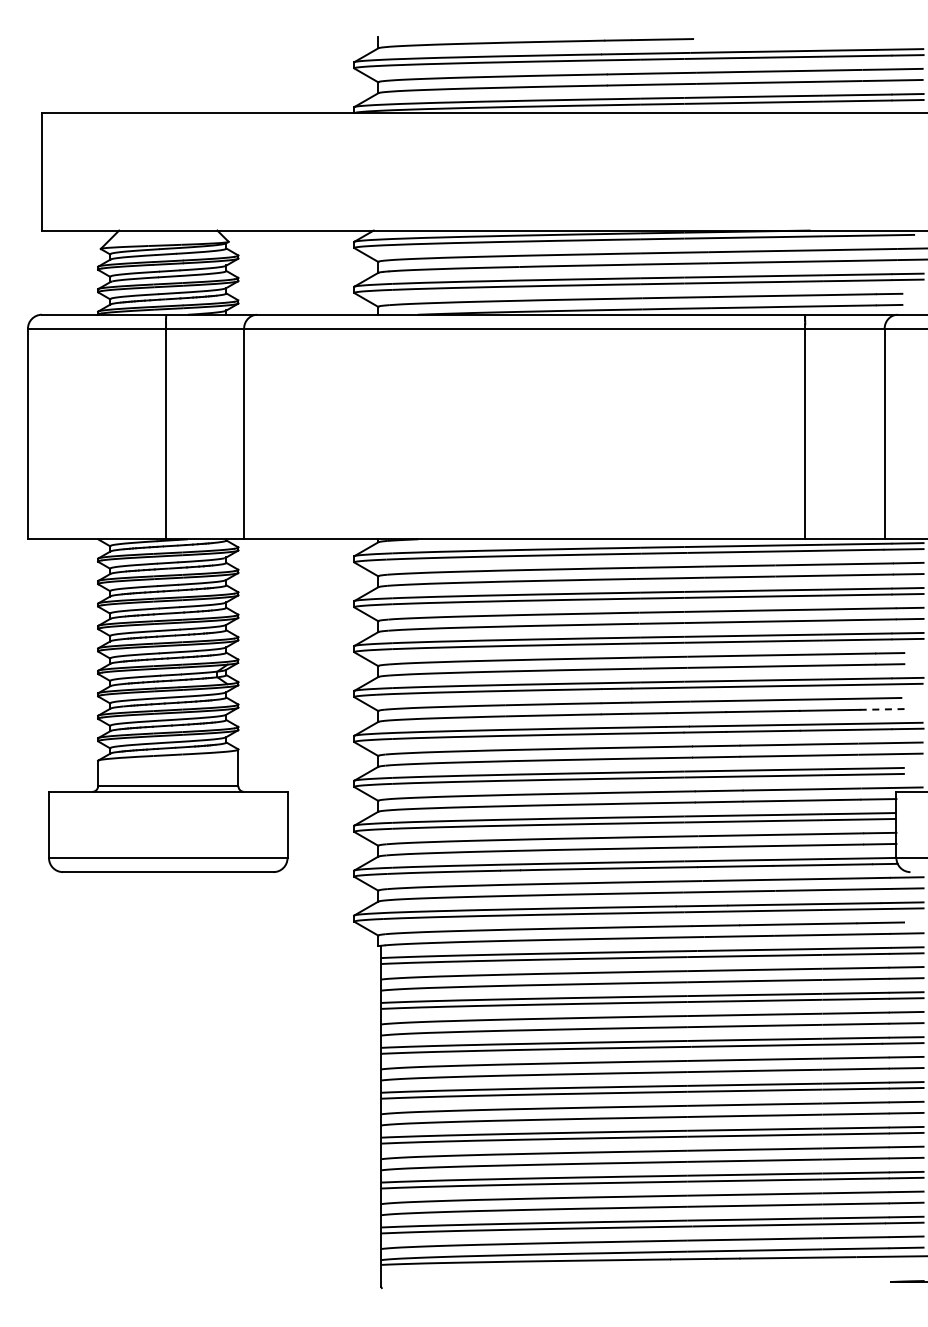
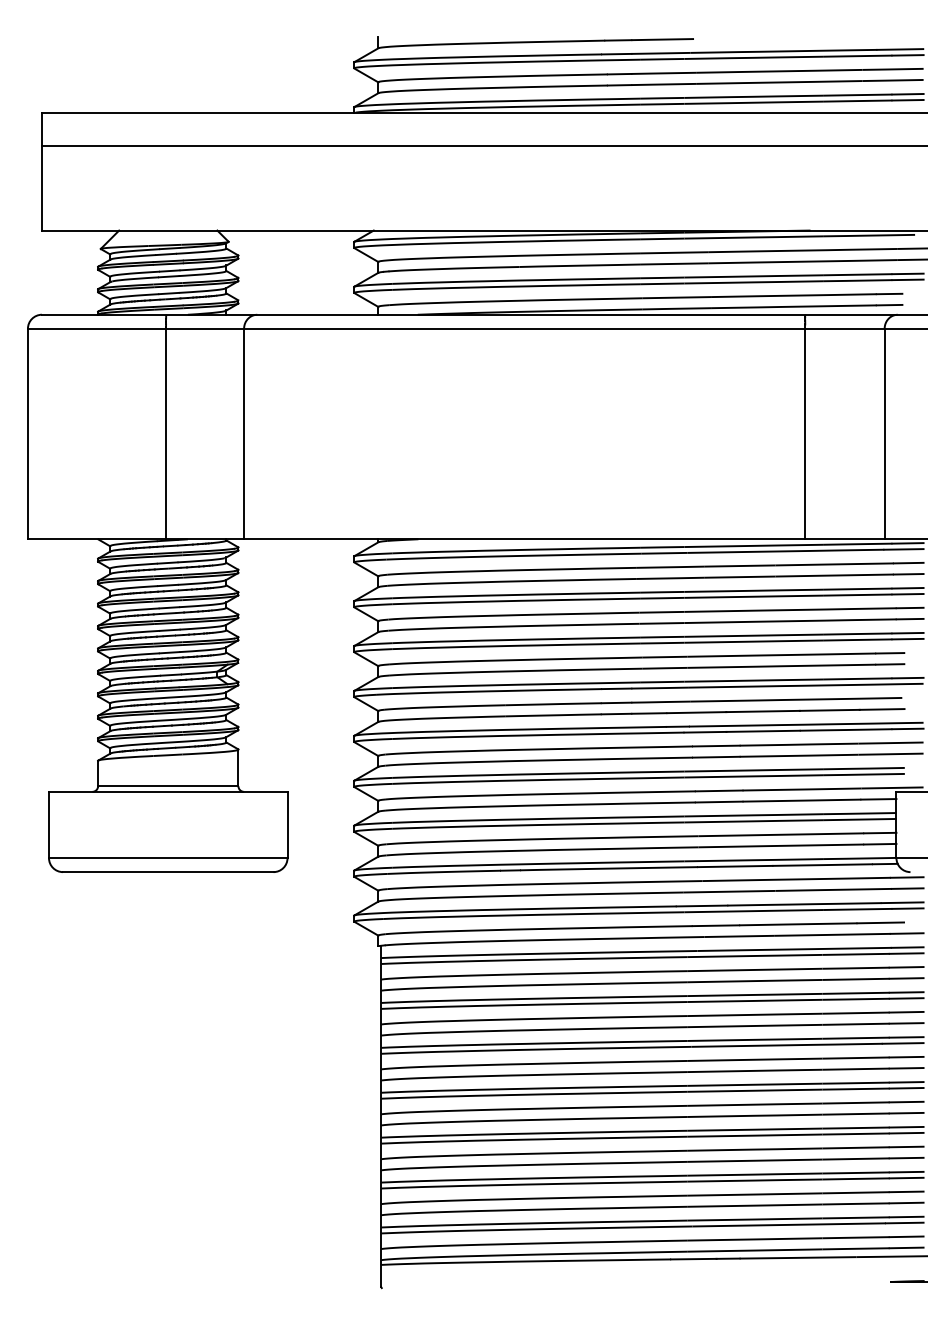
line at (482, 146): none -> present
line at (881, 709): dashed -> solid
